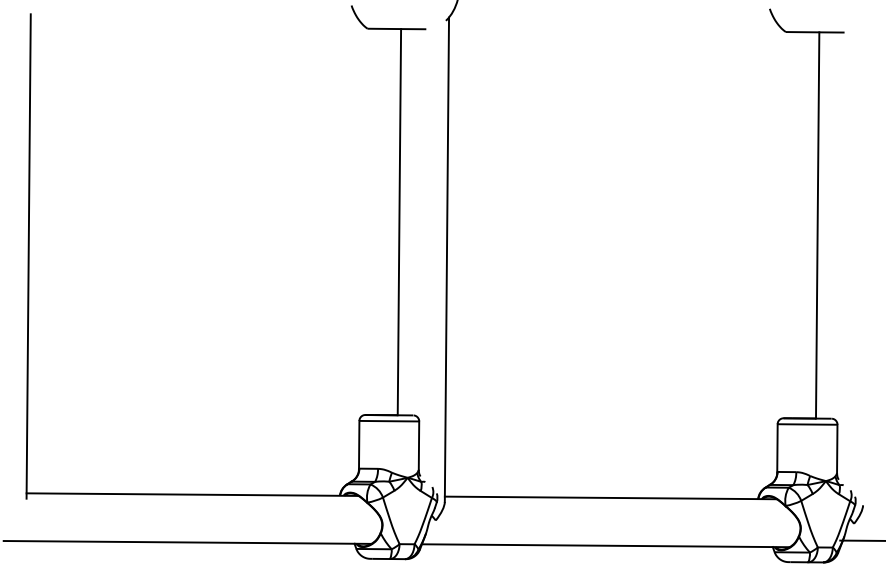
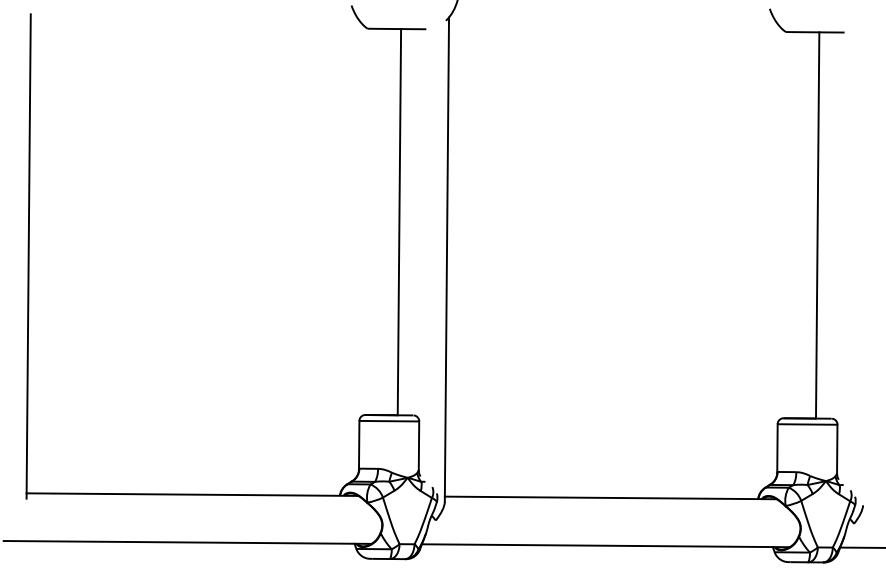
line at (861, 540) position: (861, 540) -> (861, 547)
